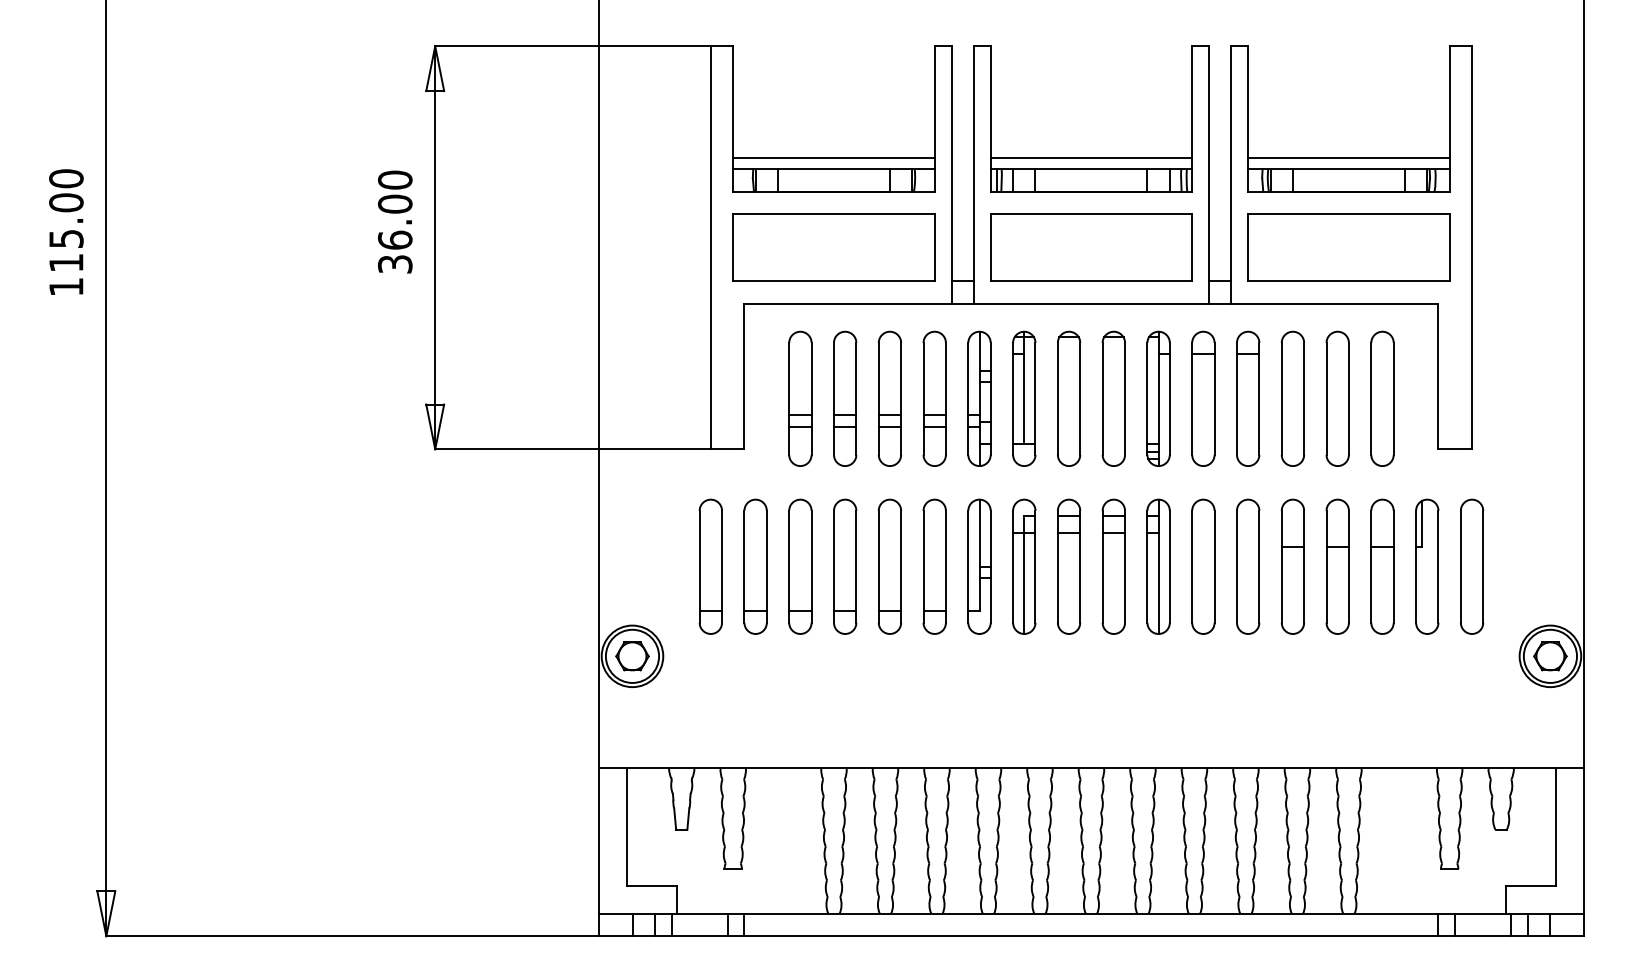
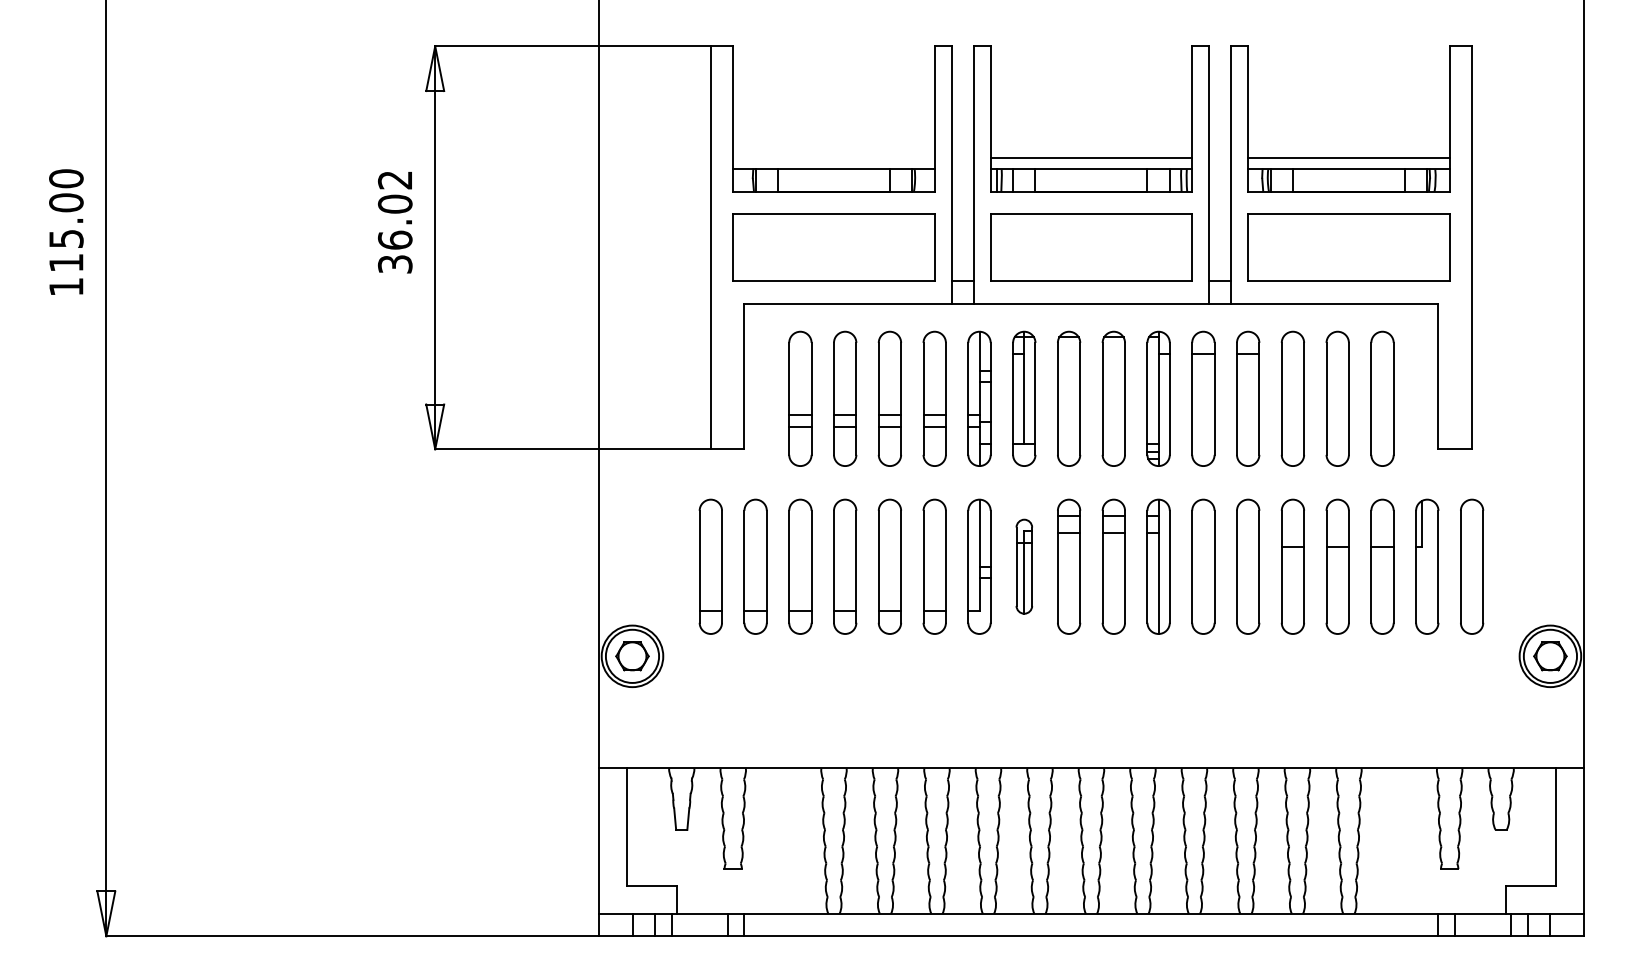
line at (833, 158): present -> none
text at (395, 179): 36.00 -> 36.02
part at (1024, 566) size: 25x137 px -> 18x97 px
